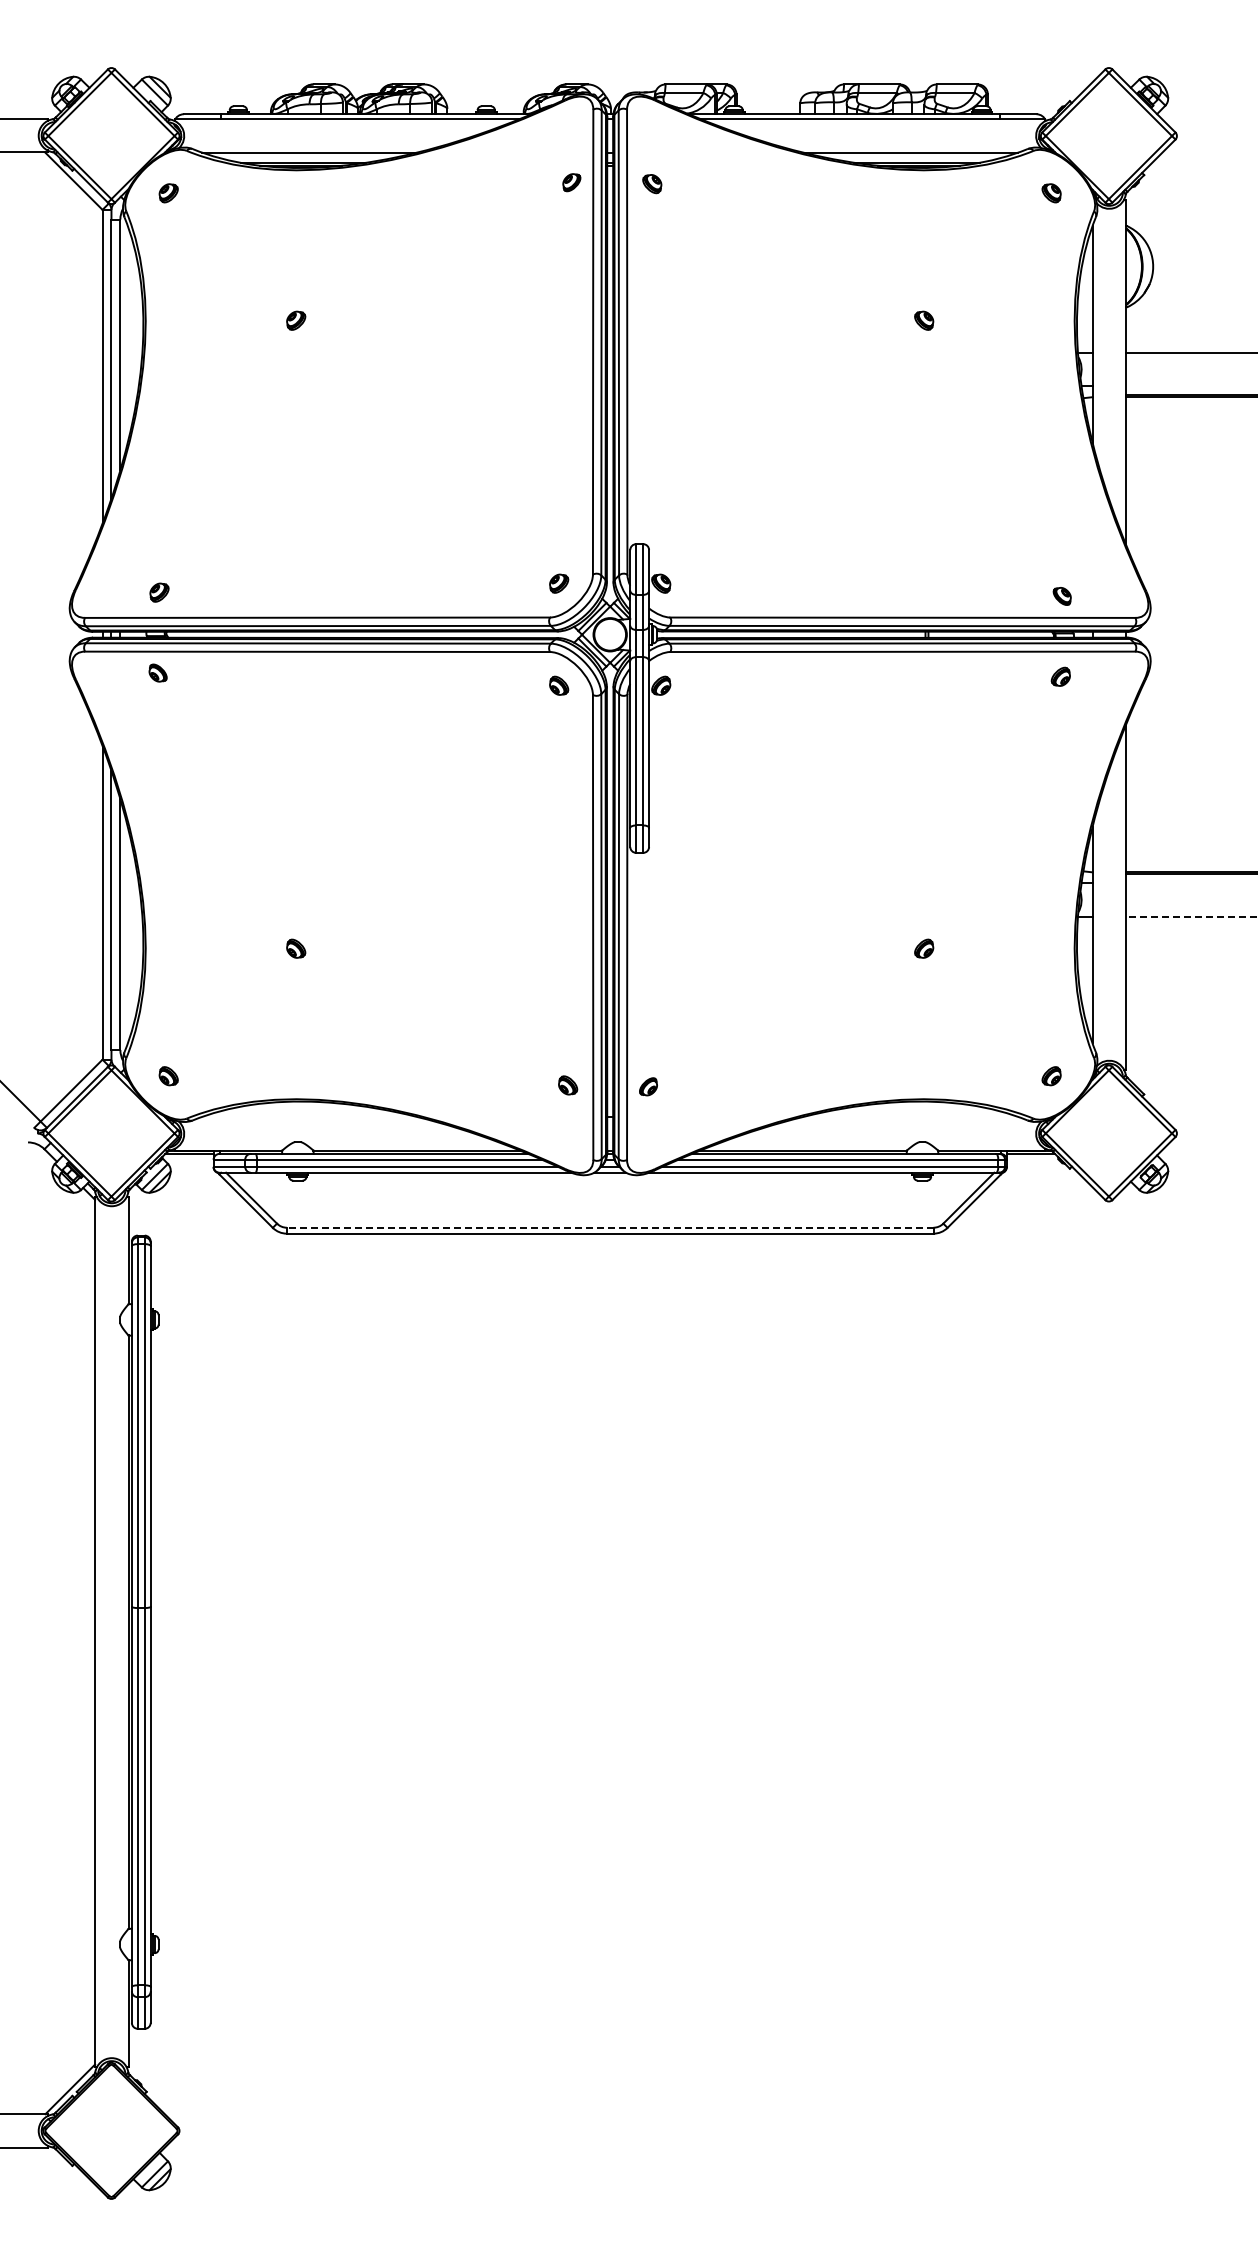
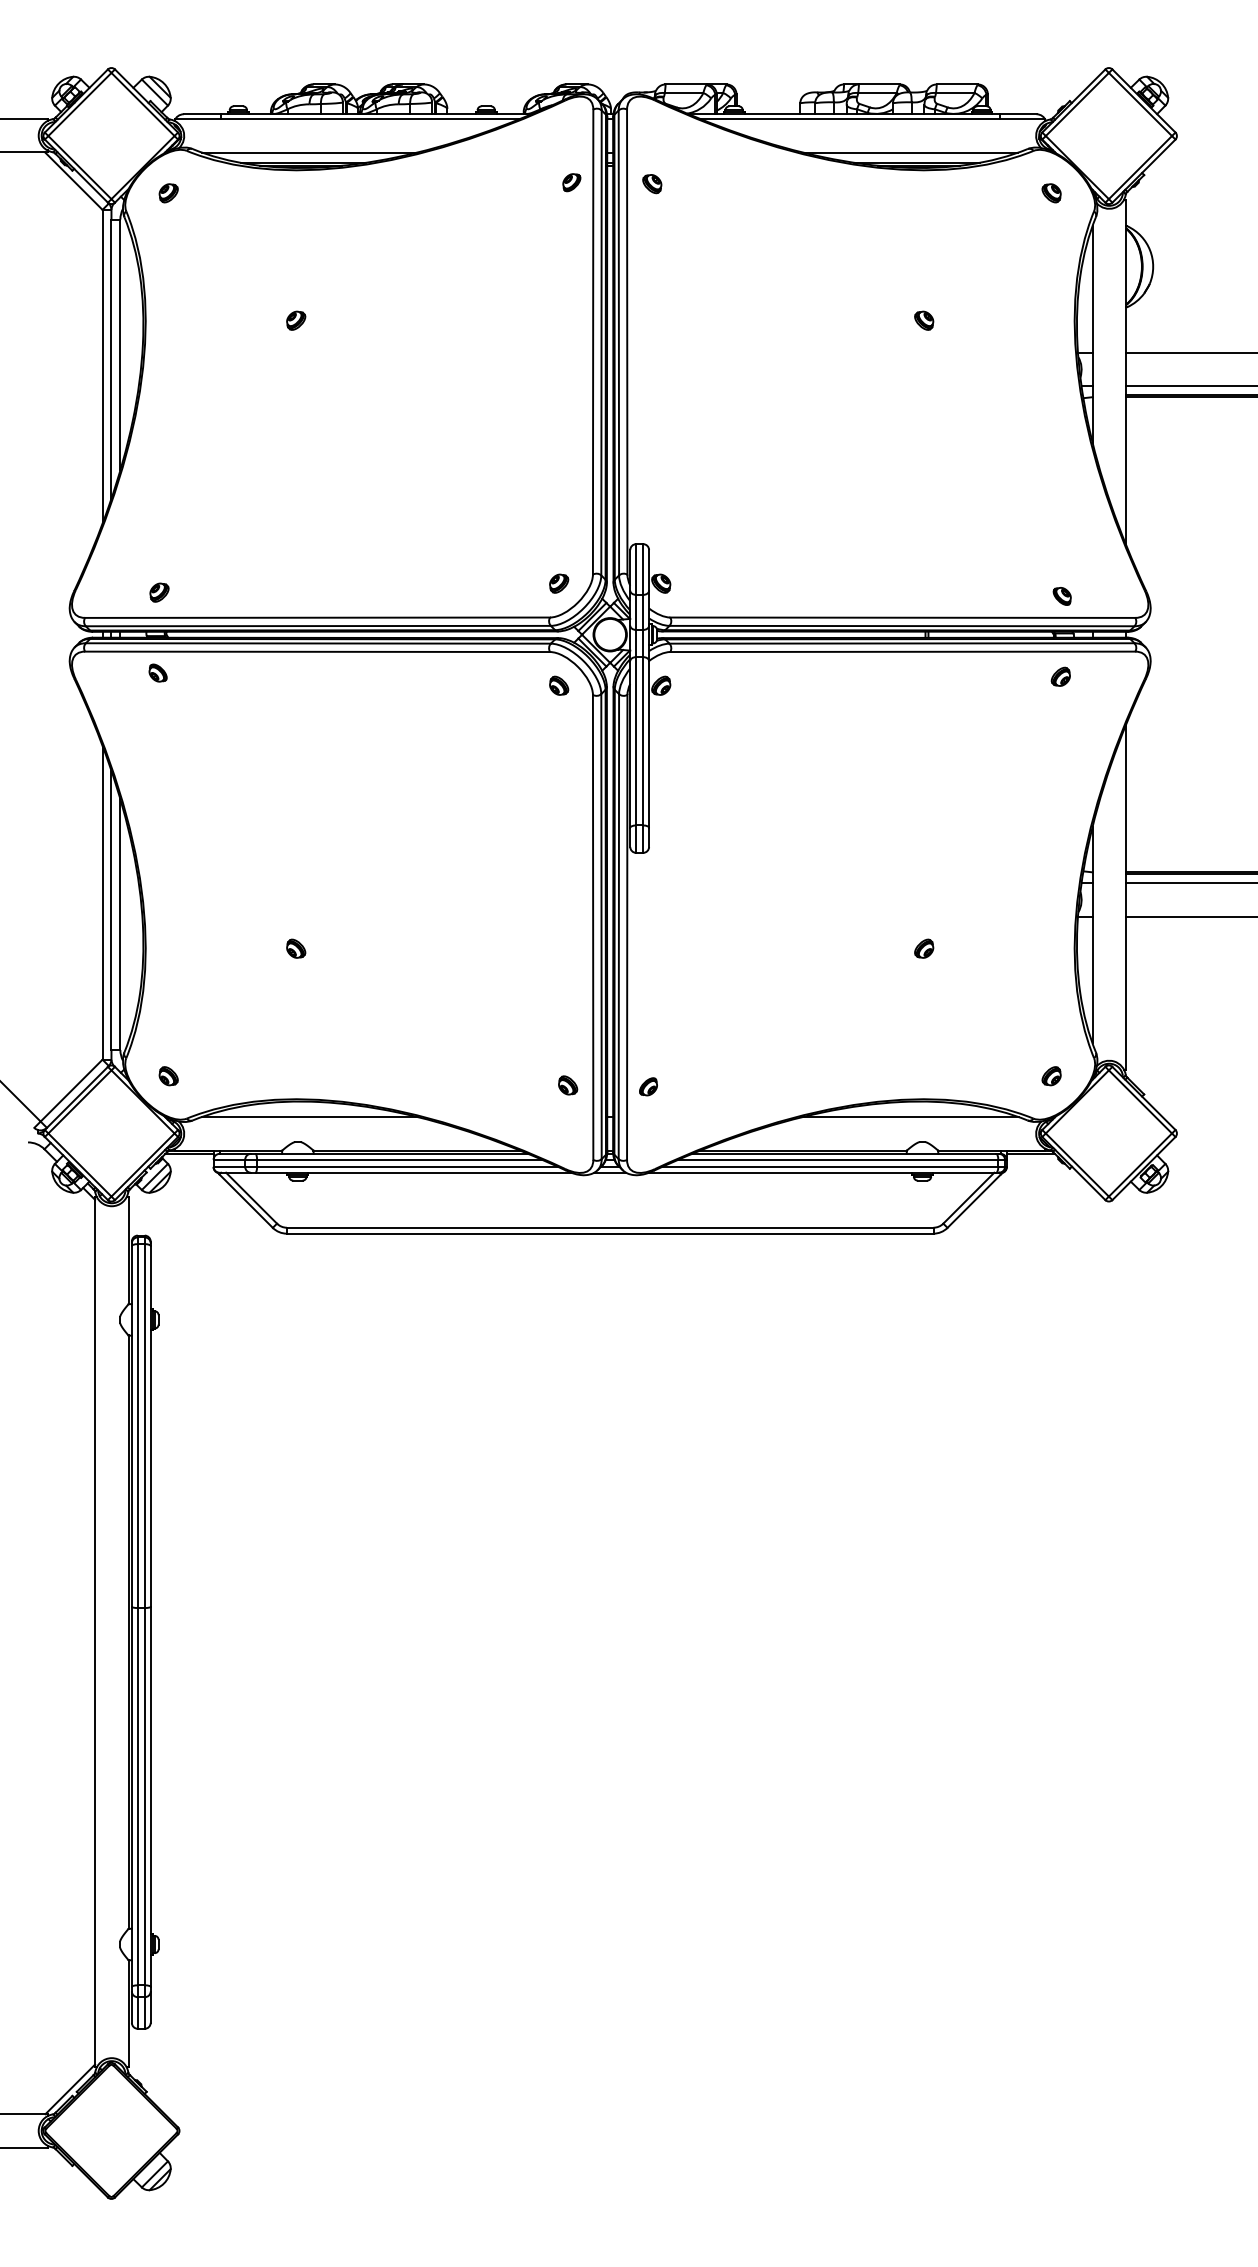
line at (1189, 386): none -> present
line at (1189, 883): none -> present
line at (1191, 916): dashed -> solid
line at (309, 1117): none -> present
line at (910, 1117): none -> present
line at (609, 1227): dashed -> solid
